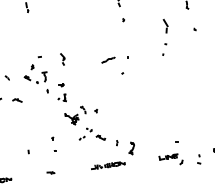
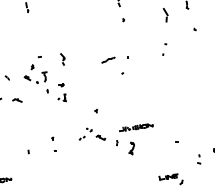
part at (165, 26) position: (165, 26) -> (165, 15)
part at (75, 115): present -> none
part at (170, 159) position: (170, 159) -> (170, 179)
part at (108, 165) position: (108, 165) -> (136, 127)
part at (50, 172): present -> none
